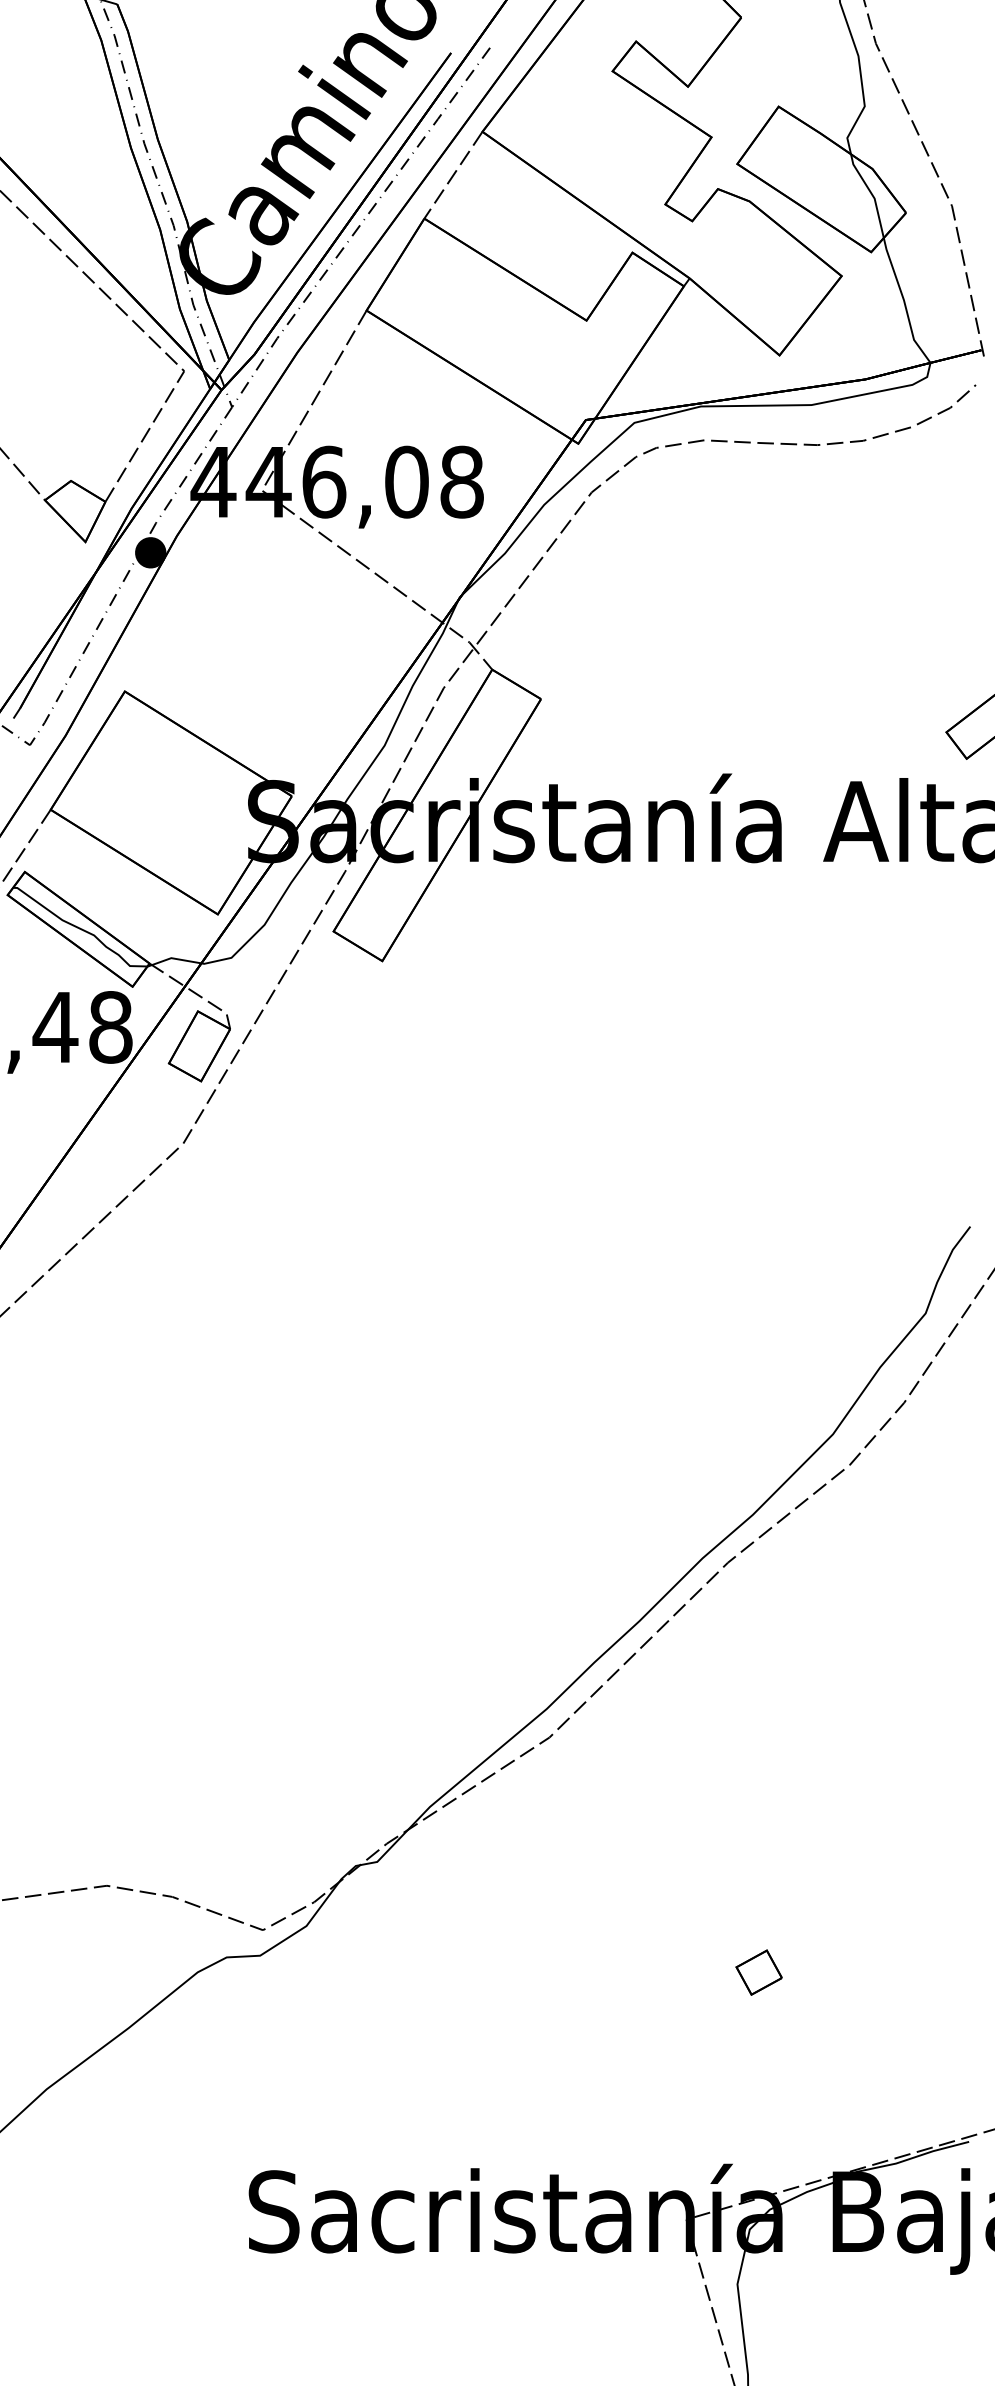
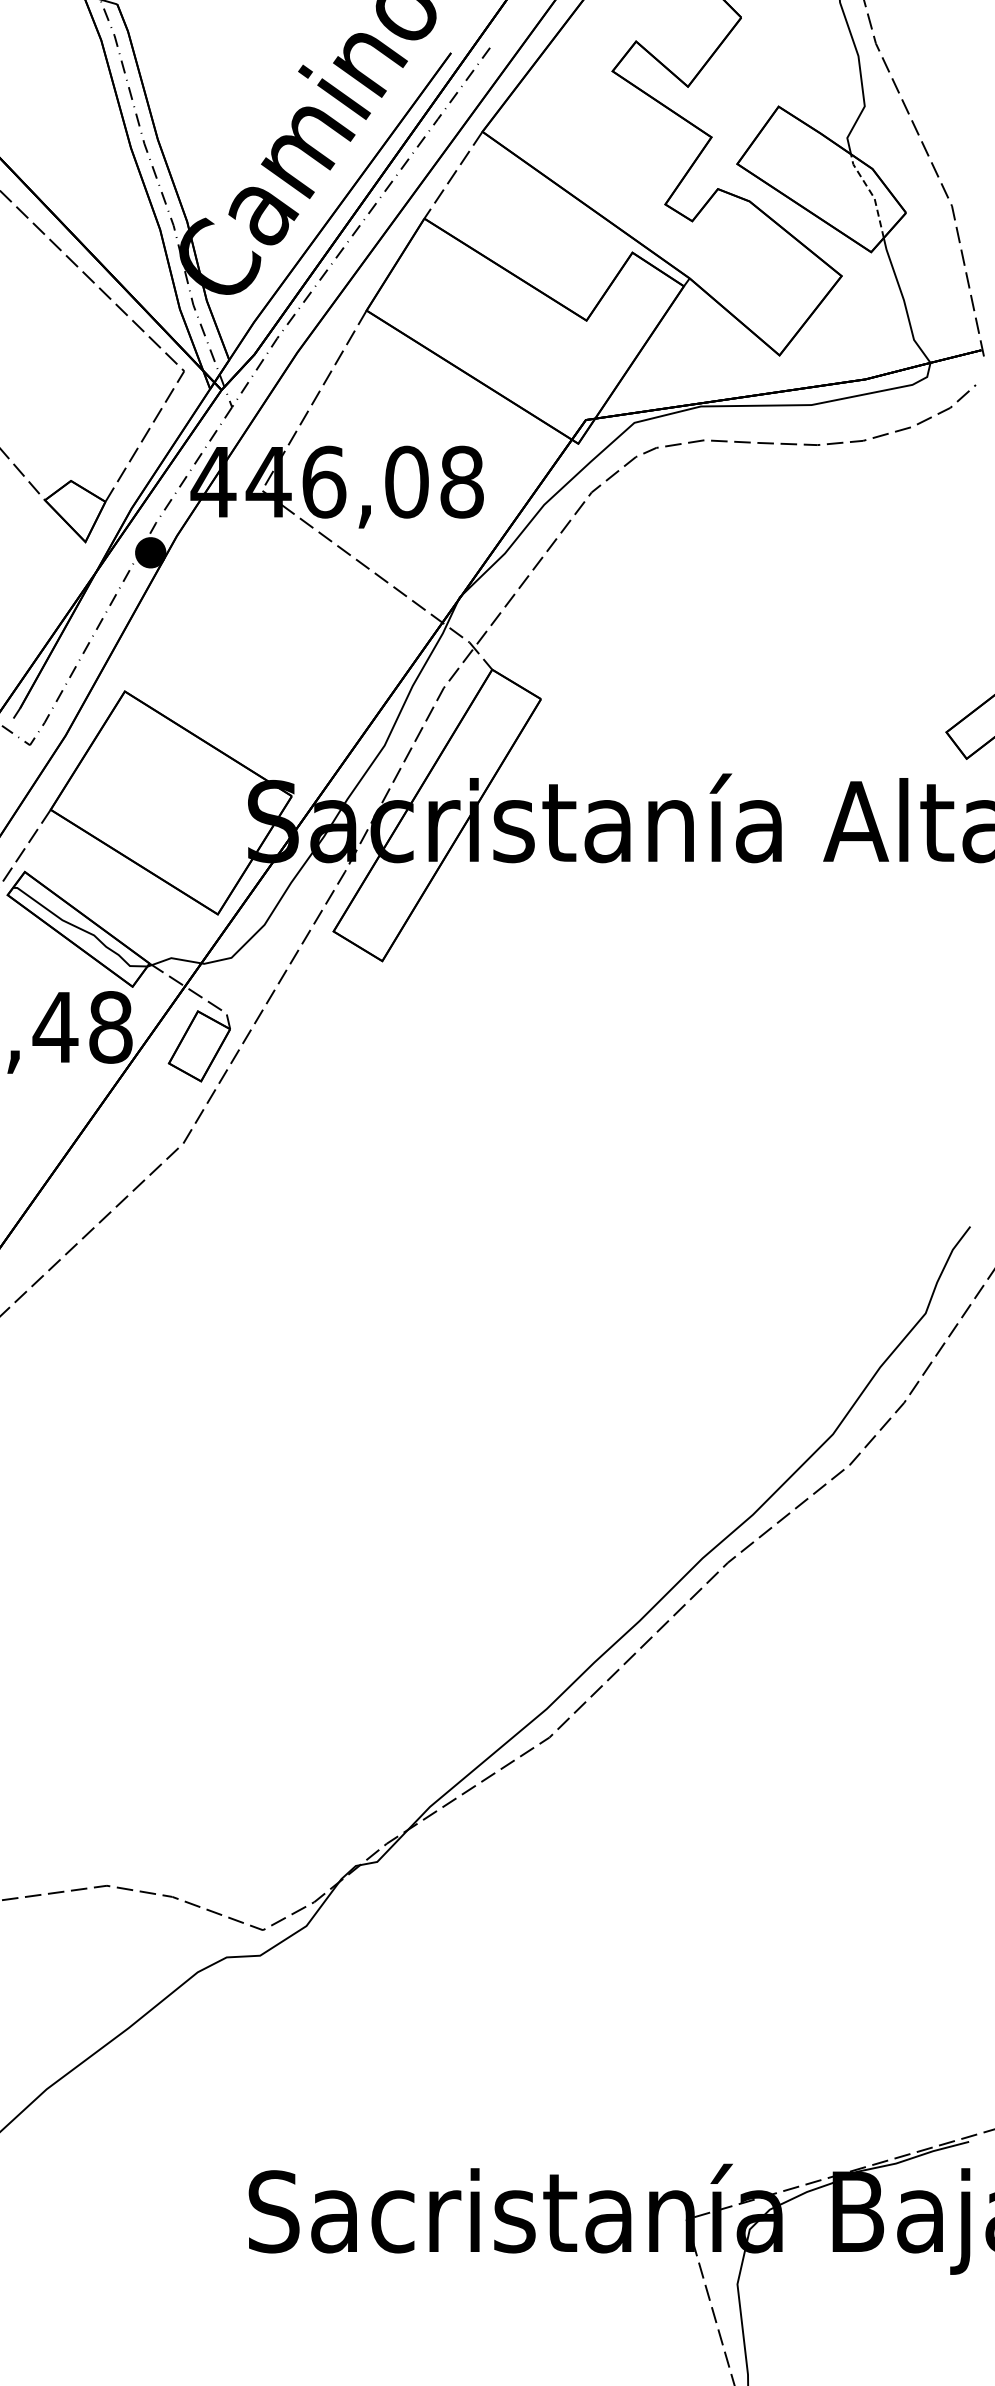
line at (871, 193): solid -> dashed
part at (758, 1972): present -> none
